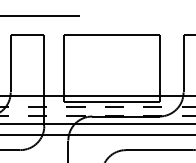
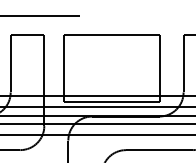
line at (98, 106): dashed -> solid
line at (98, 115): dashed -> solid
